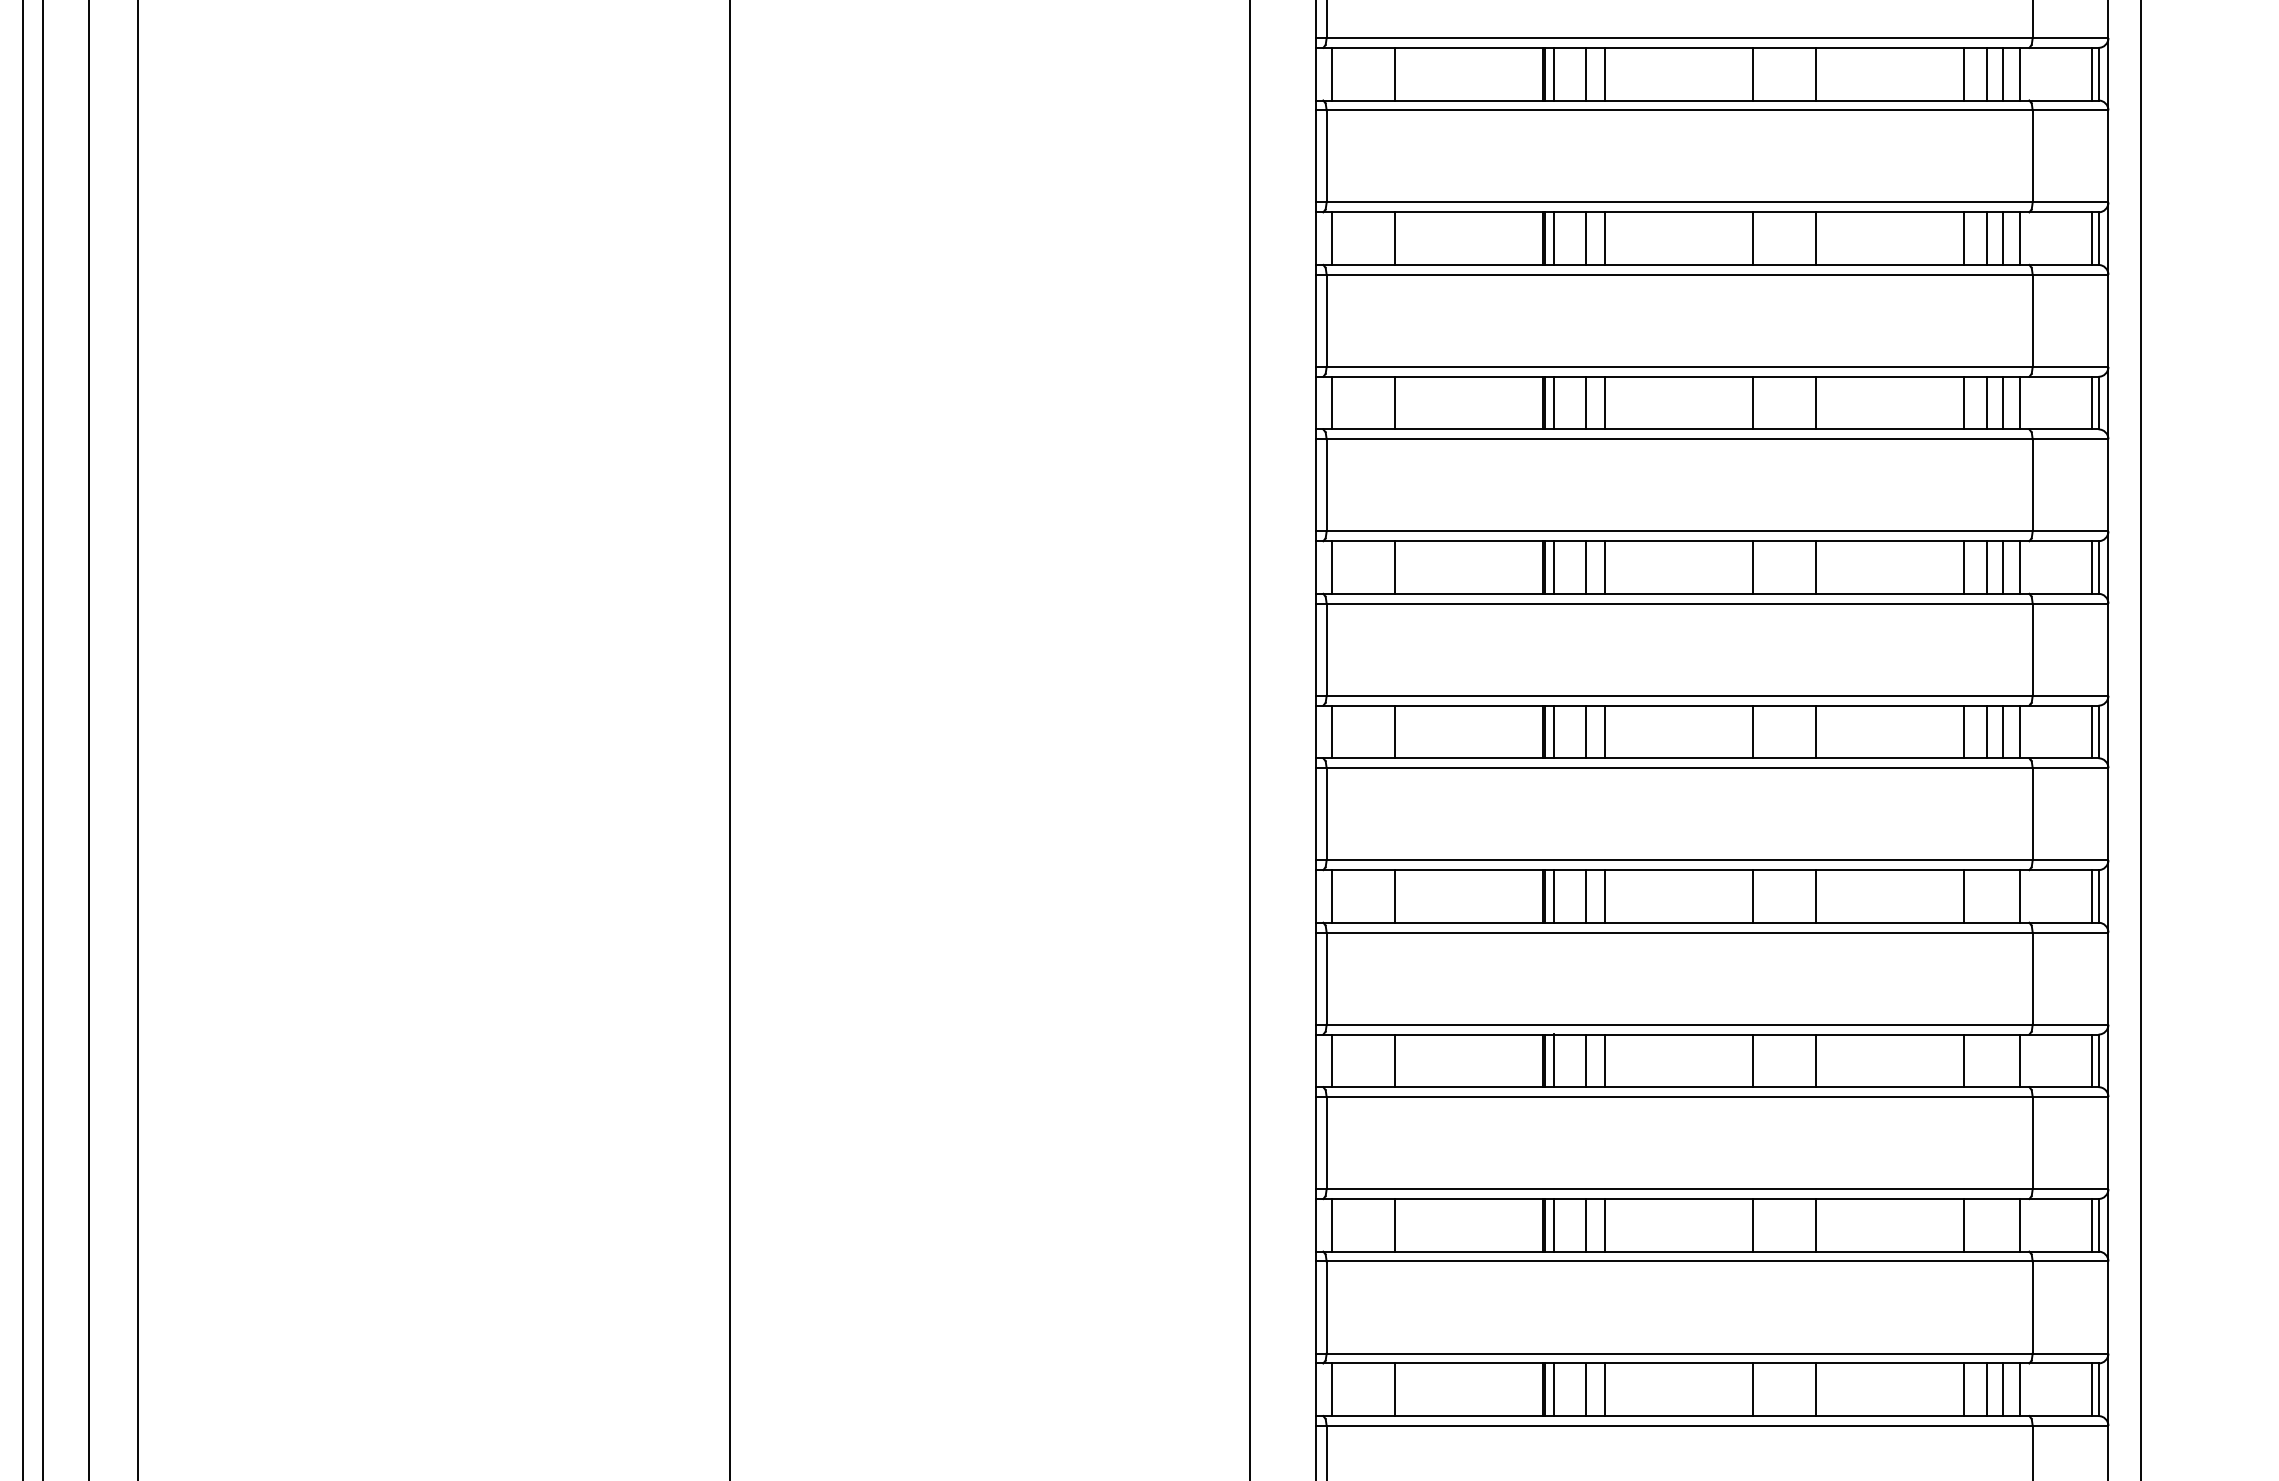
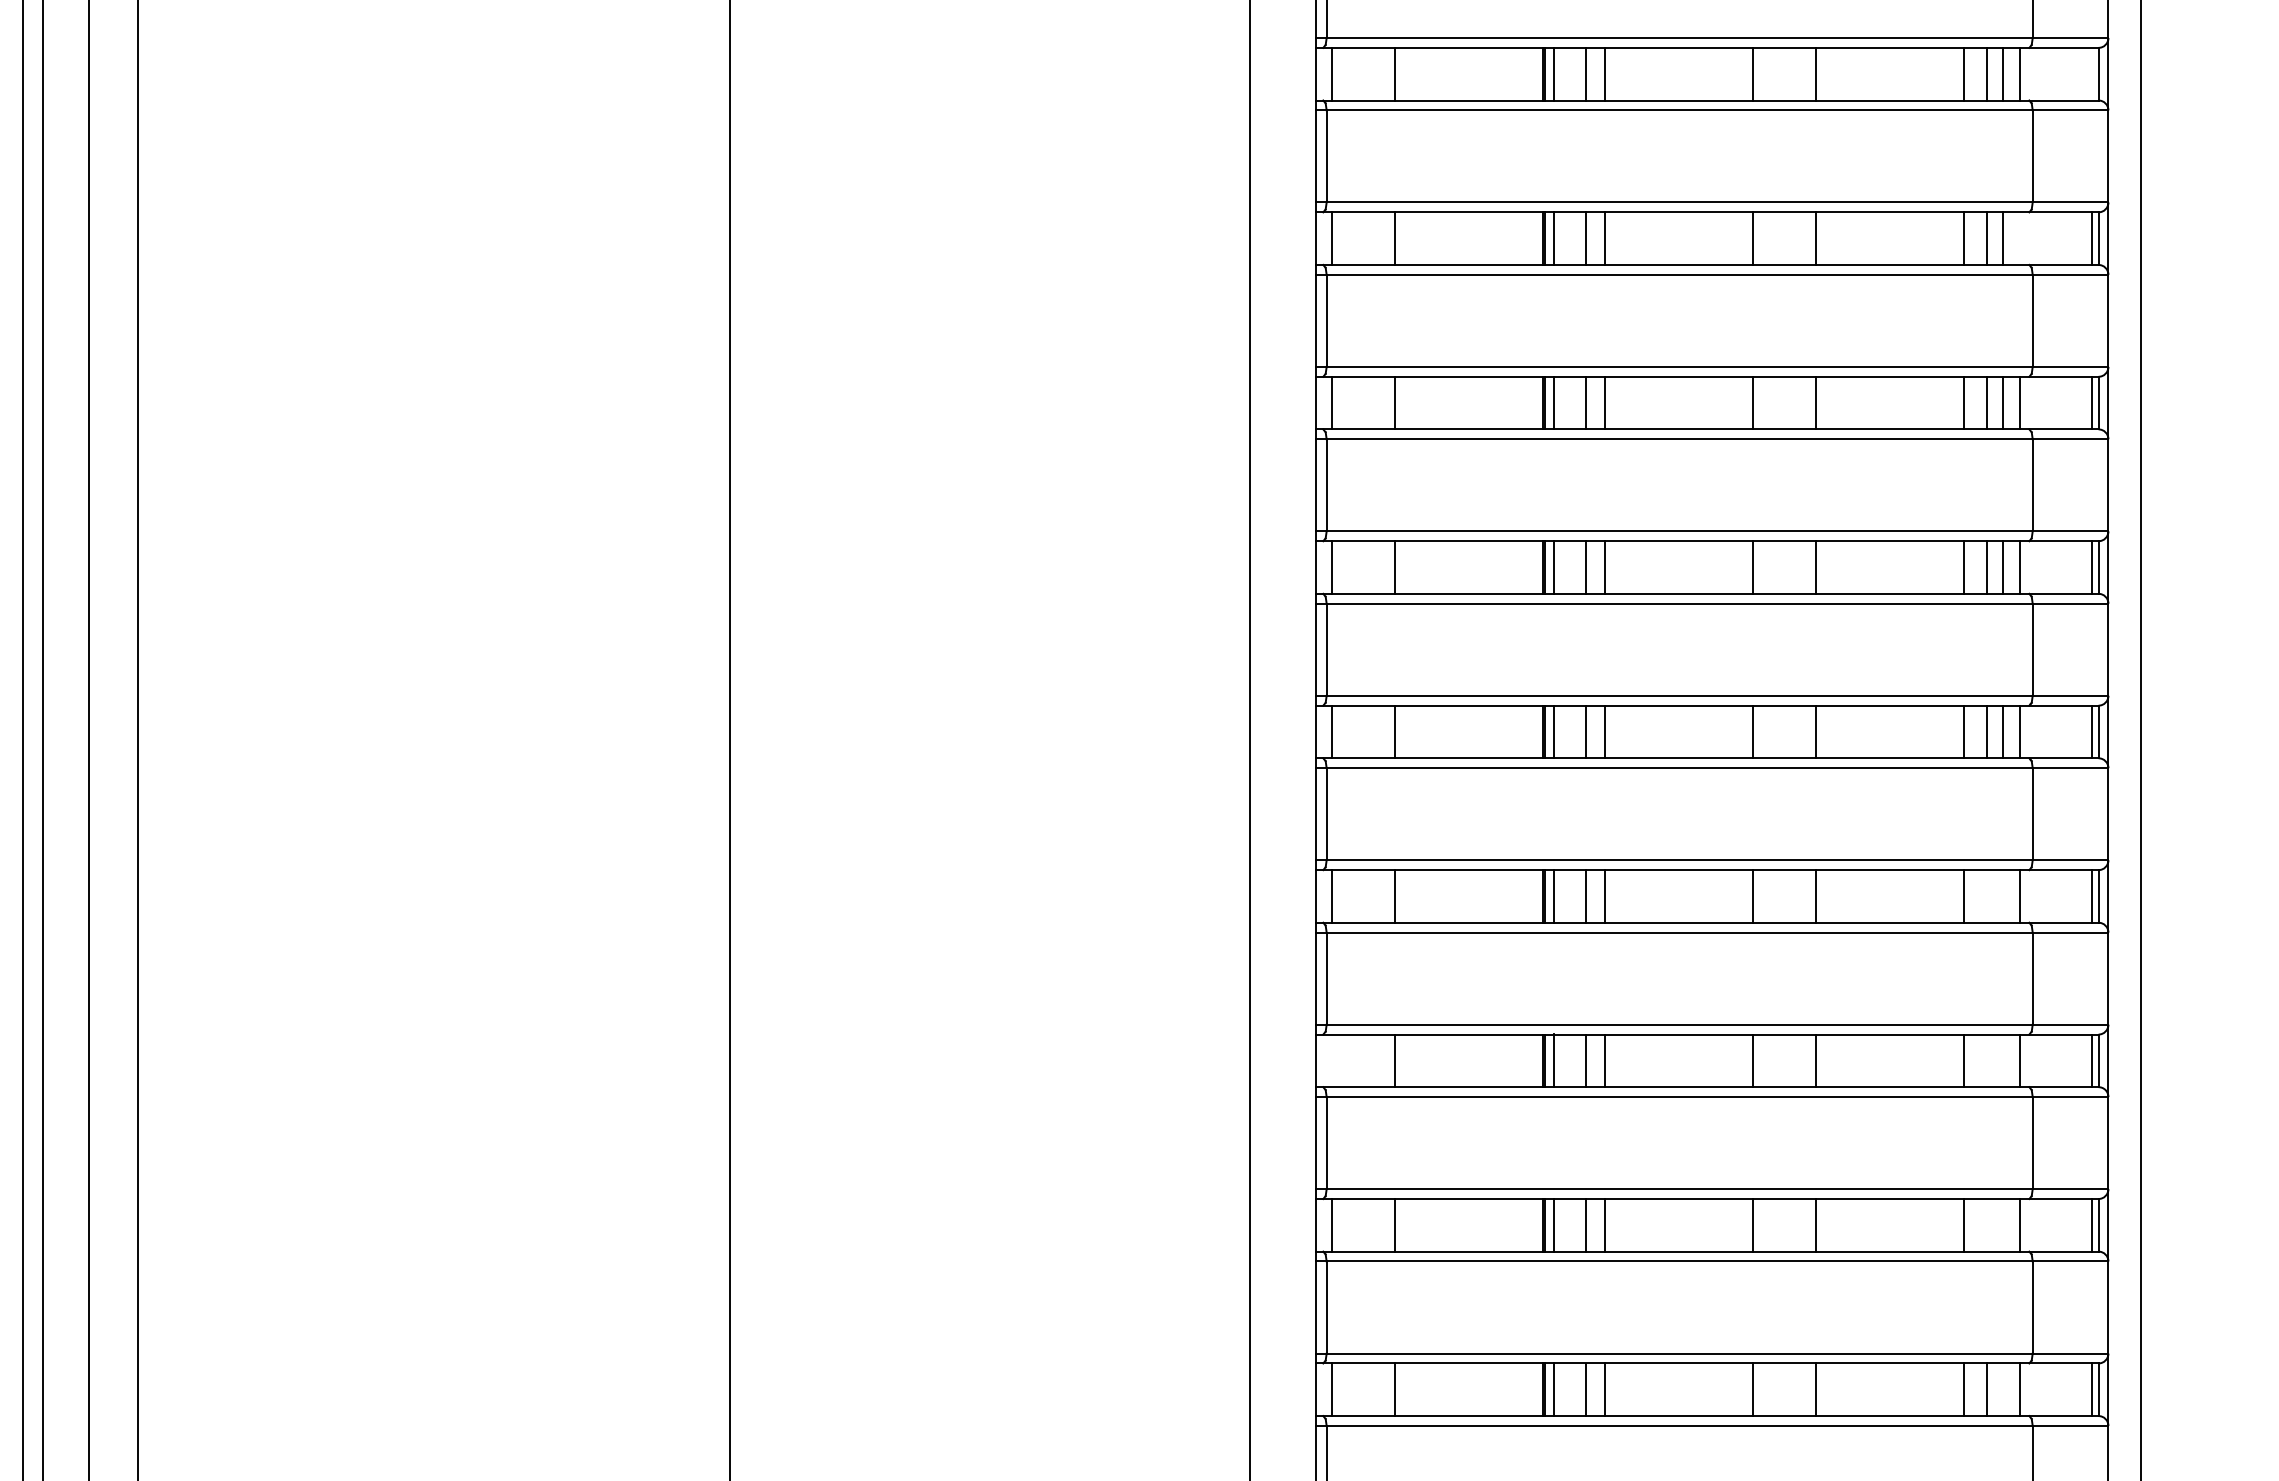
line at (2091, 73): present -> none
line at (2019, 238): present -> none
line at (1332, 1060): present -> none
line at (2003, 1389): present -> none
